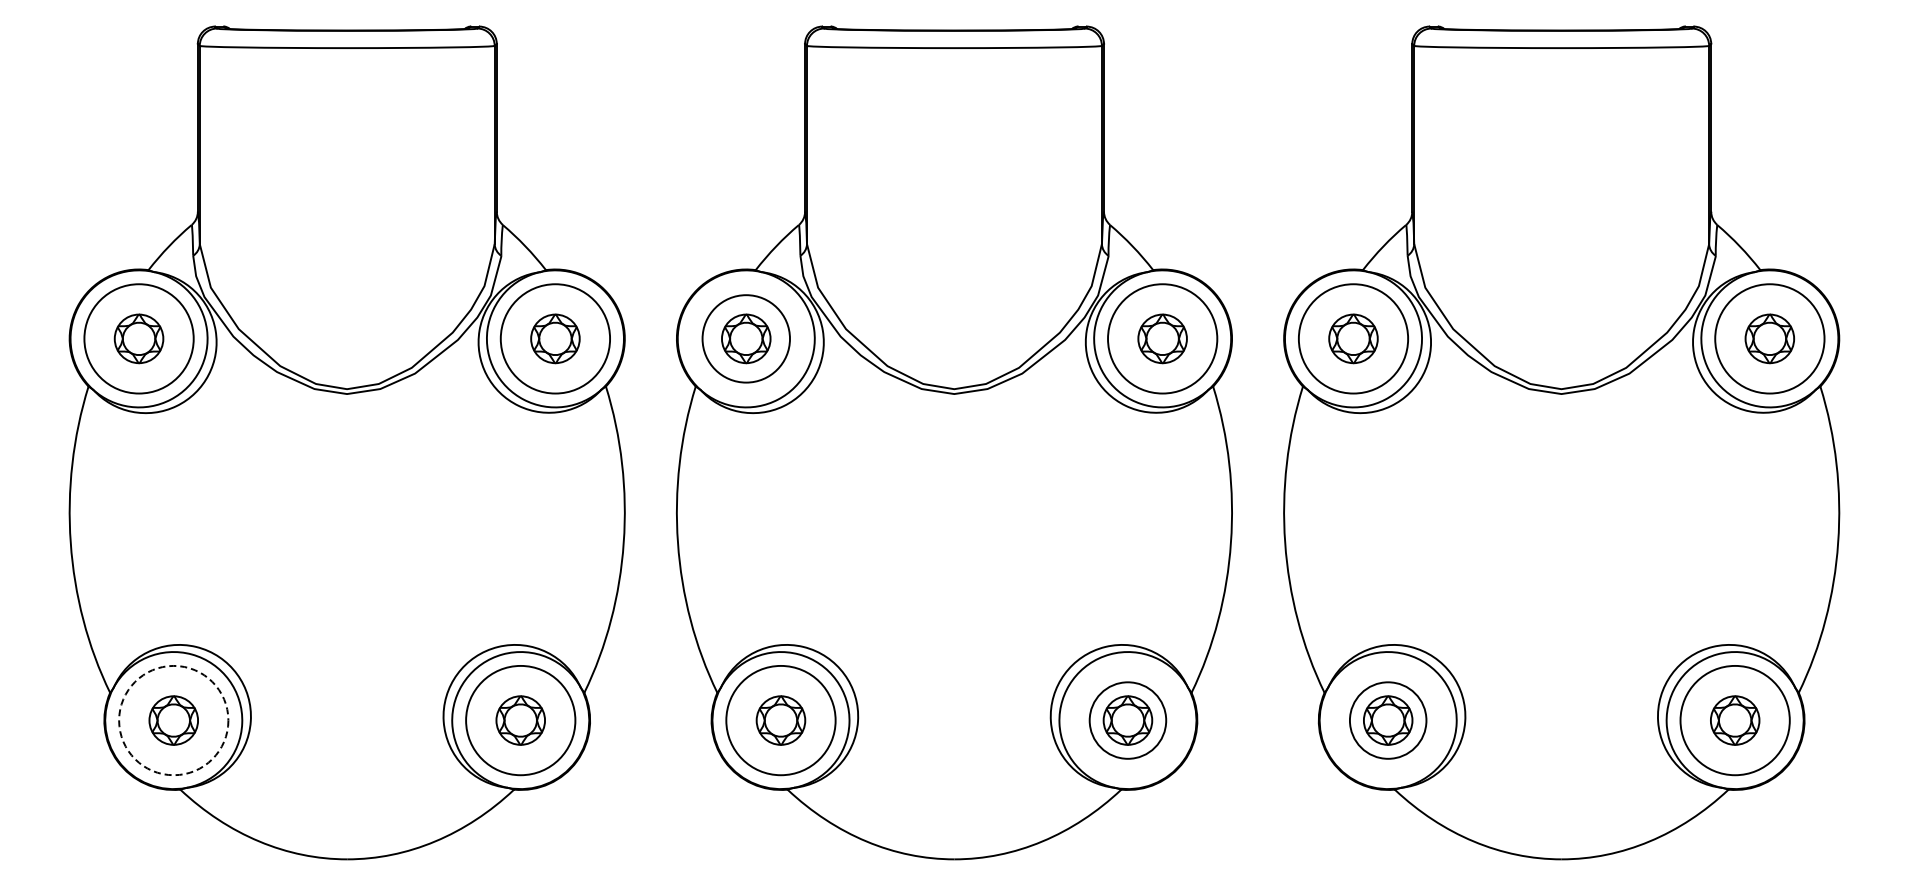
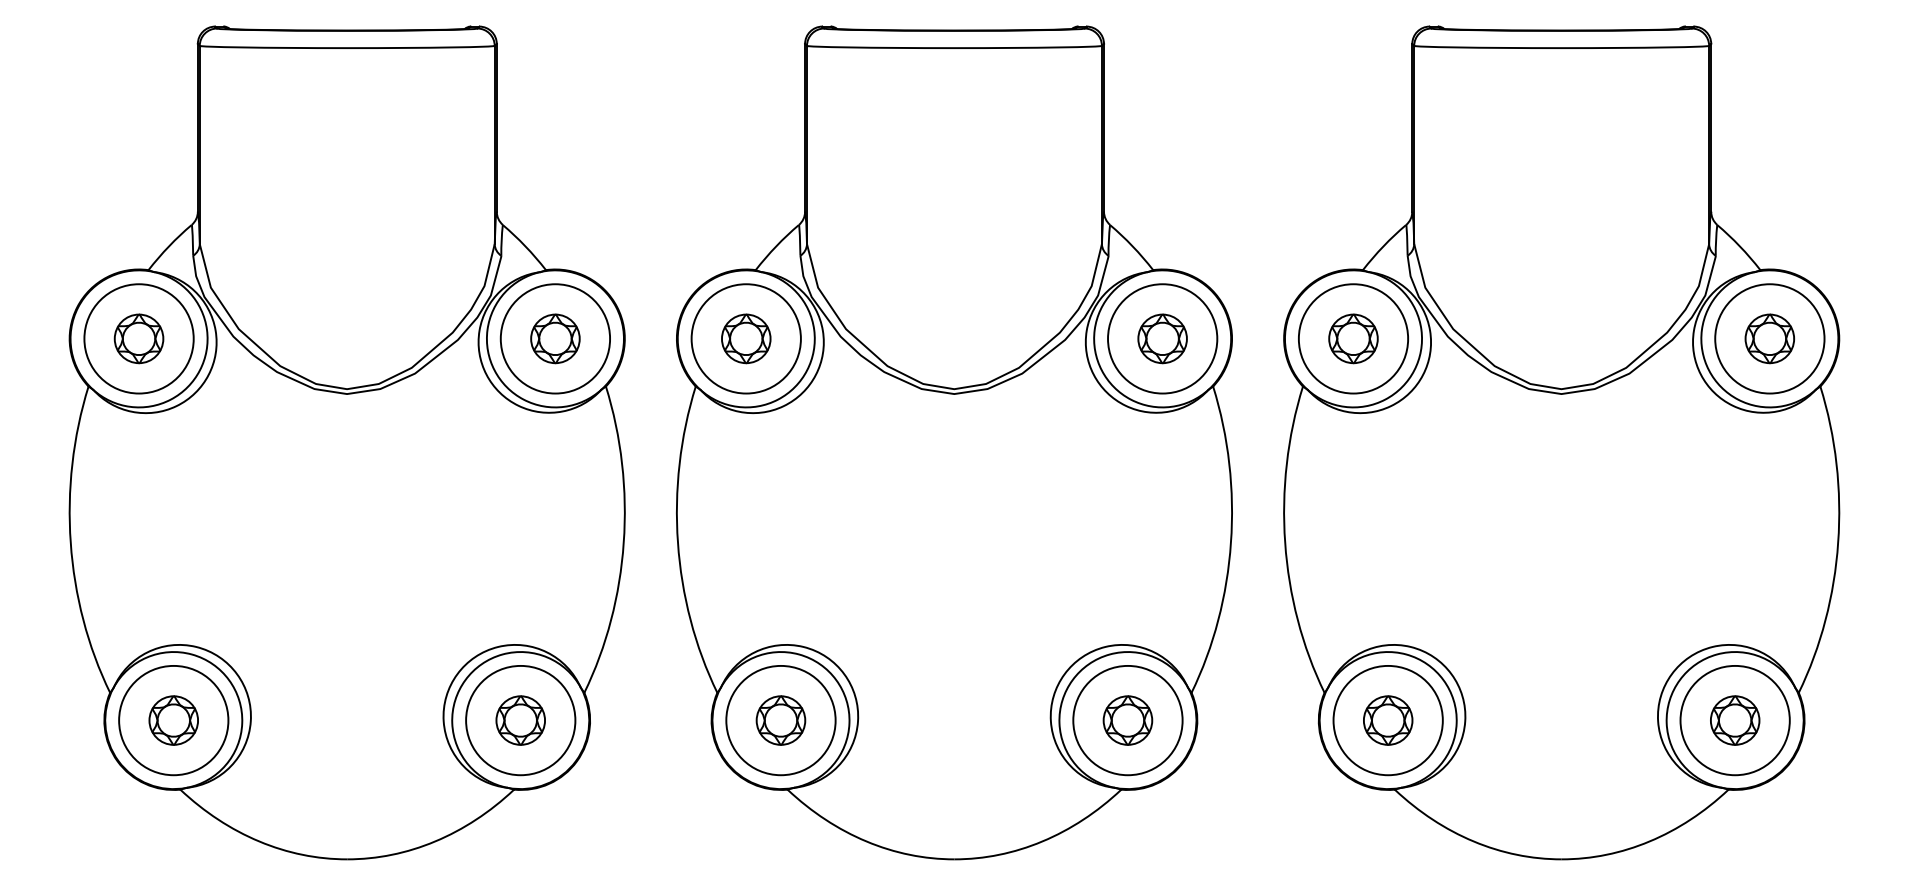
circle at (746, 338) diameter: 87 px -> 109 px
circle at (173, 720): dashed -> solid
circle at (1127, 720) diameter: 77 px -> 109 px
circle at (1387, 720) diameter: 77 px -> 109 px
